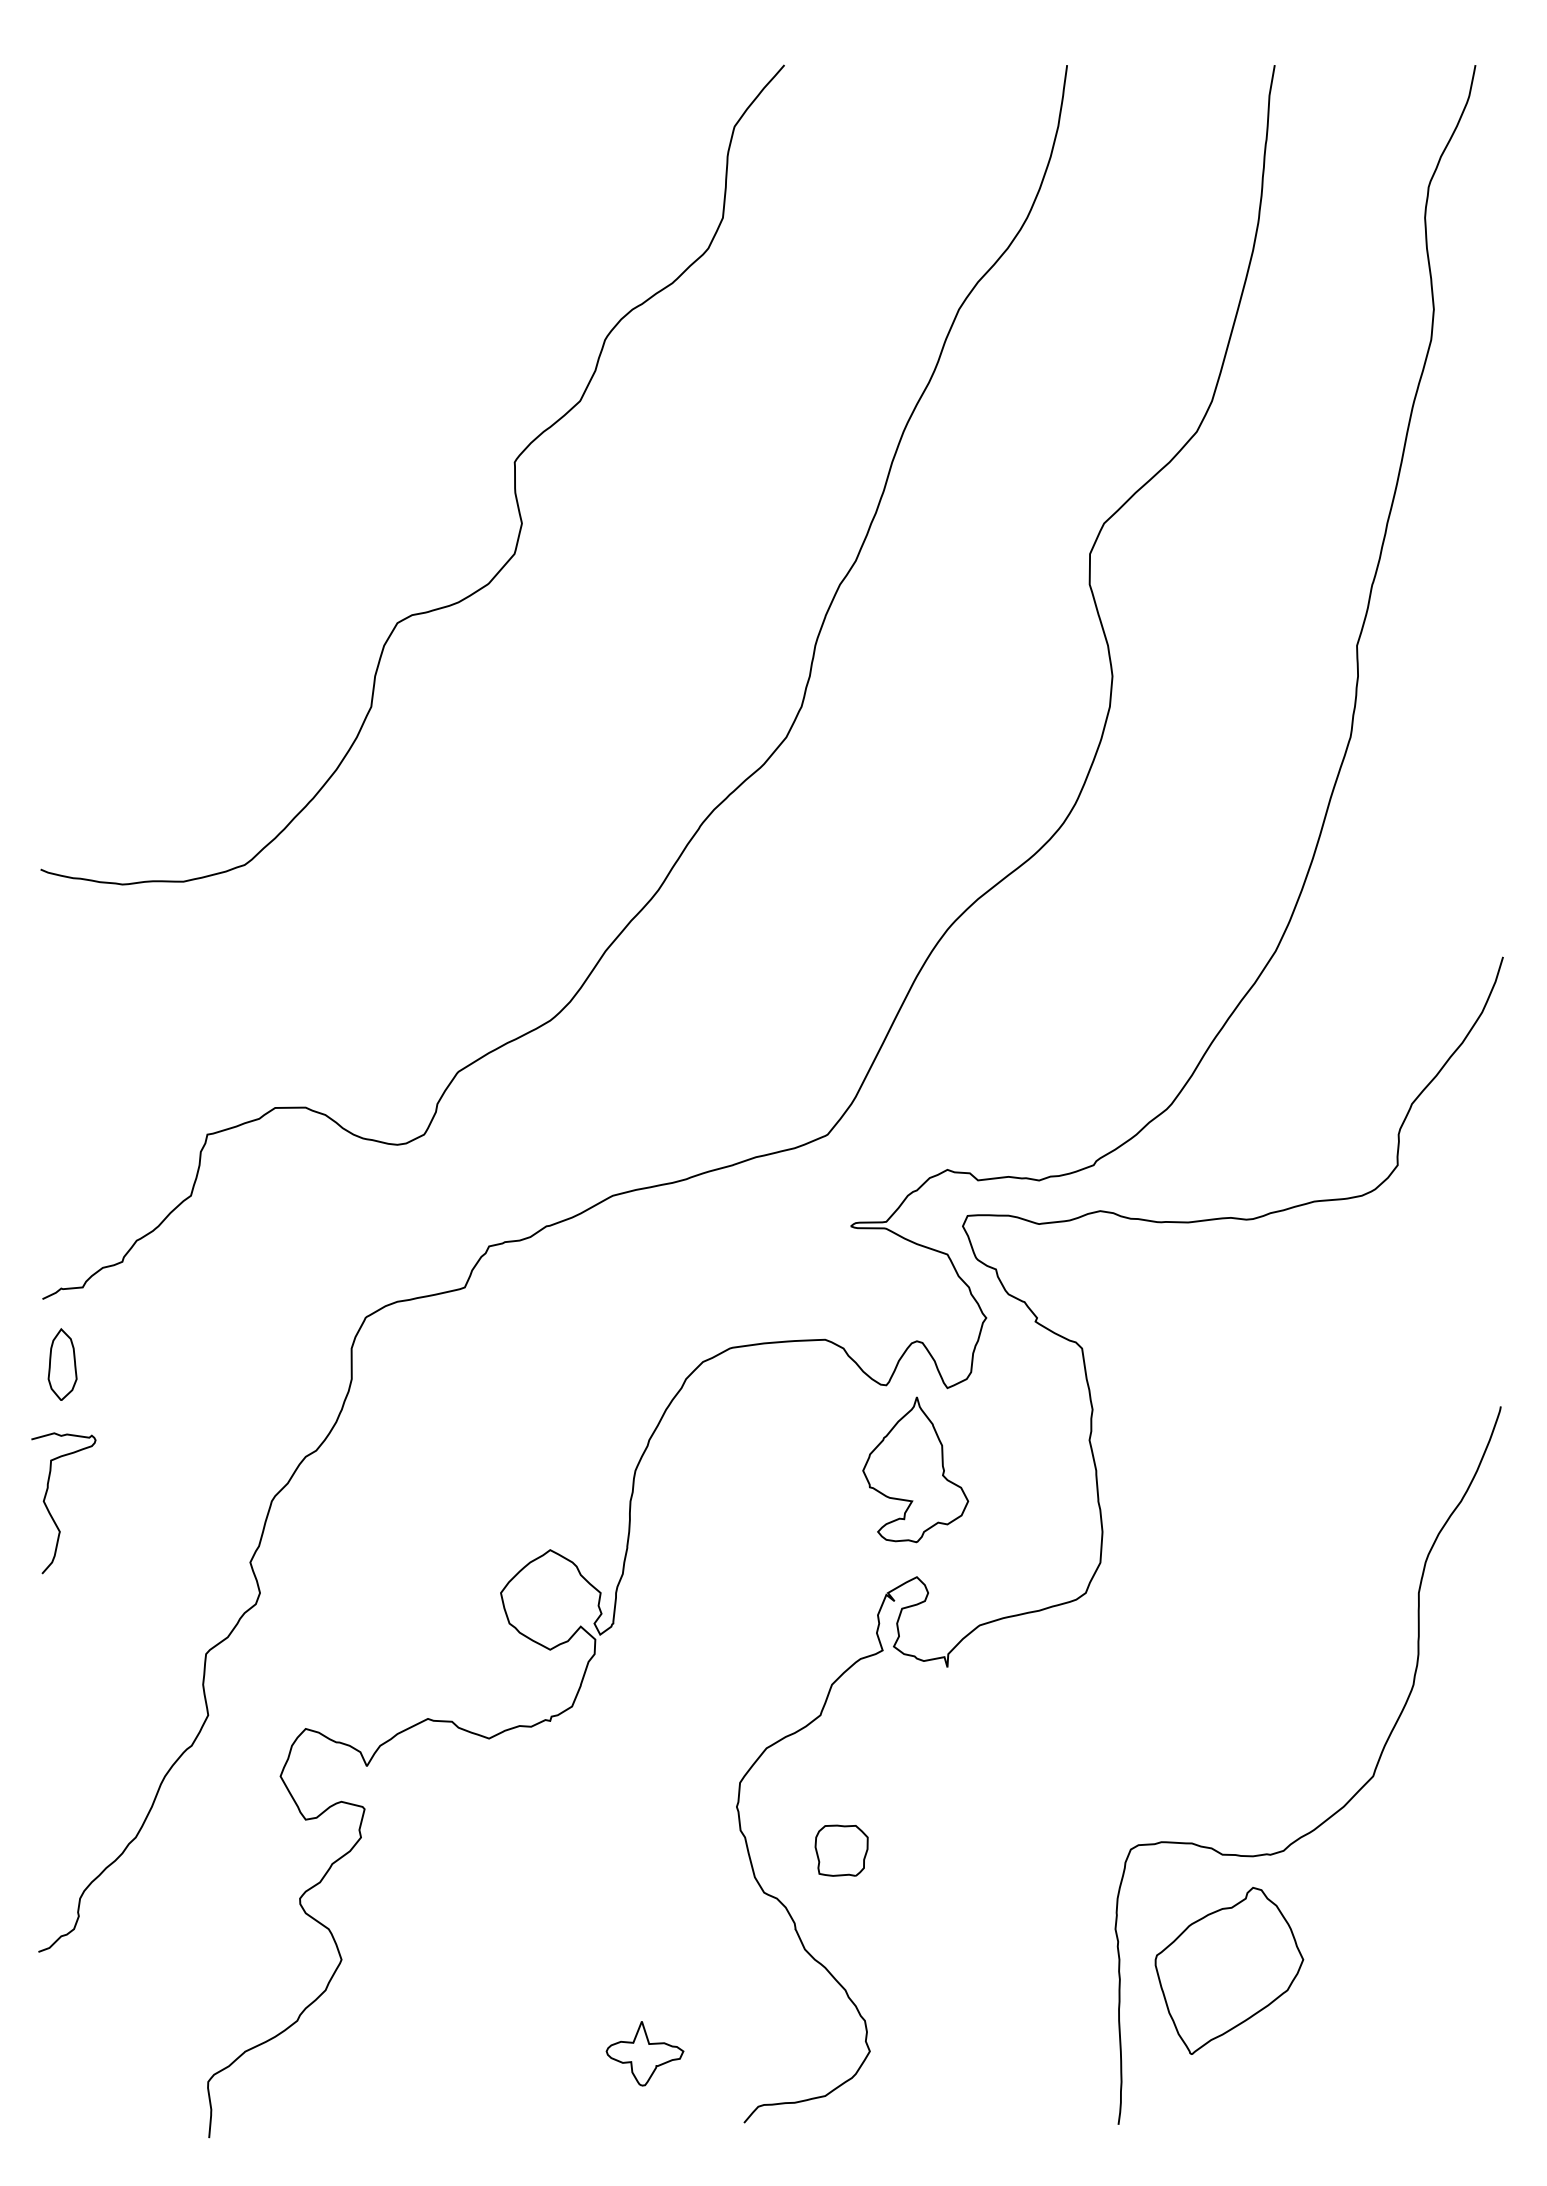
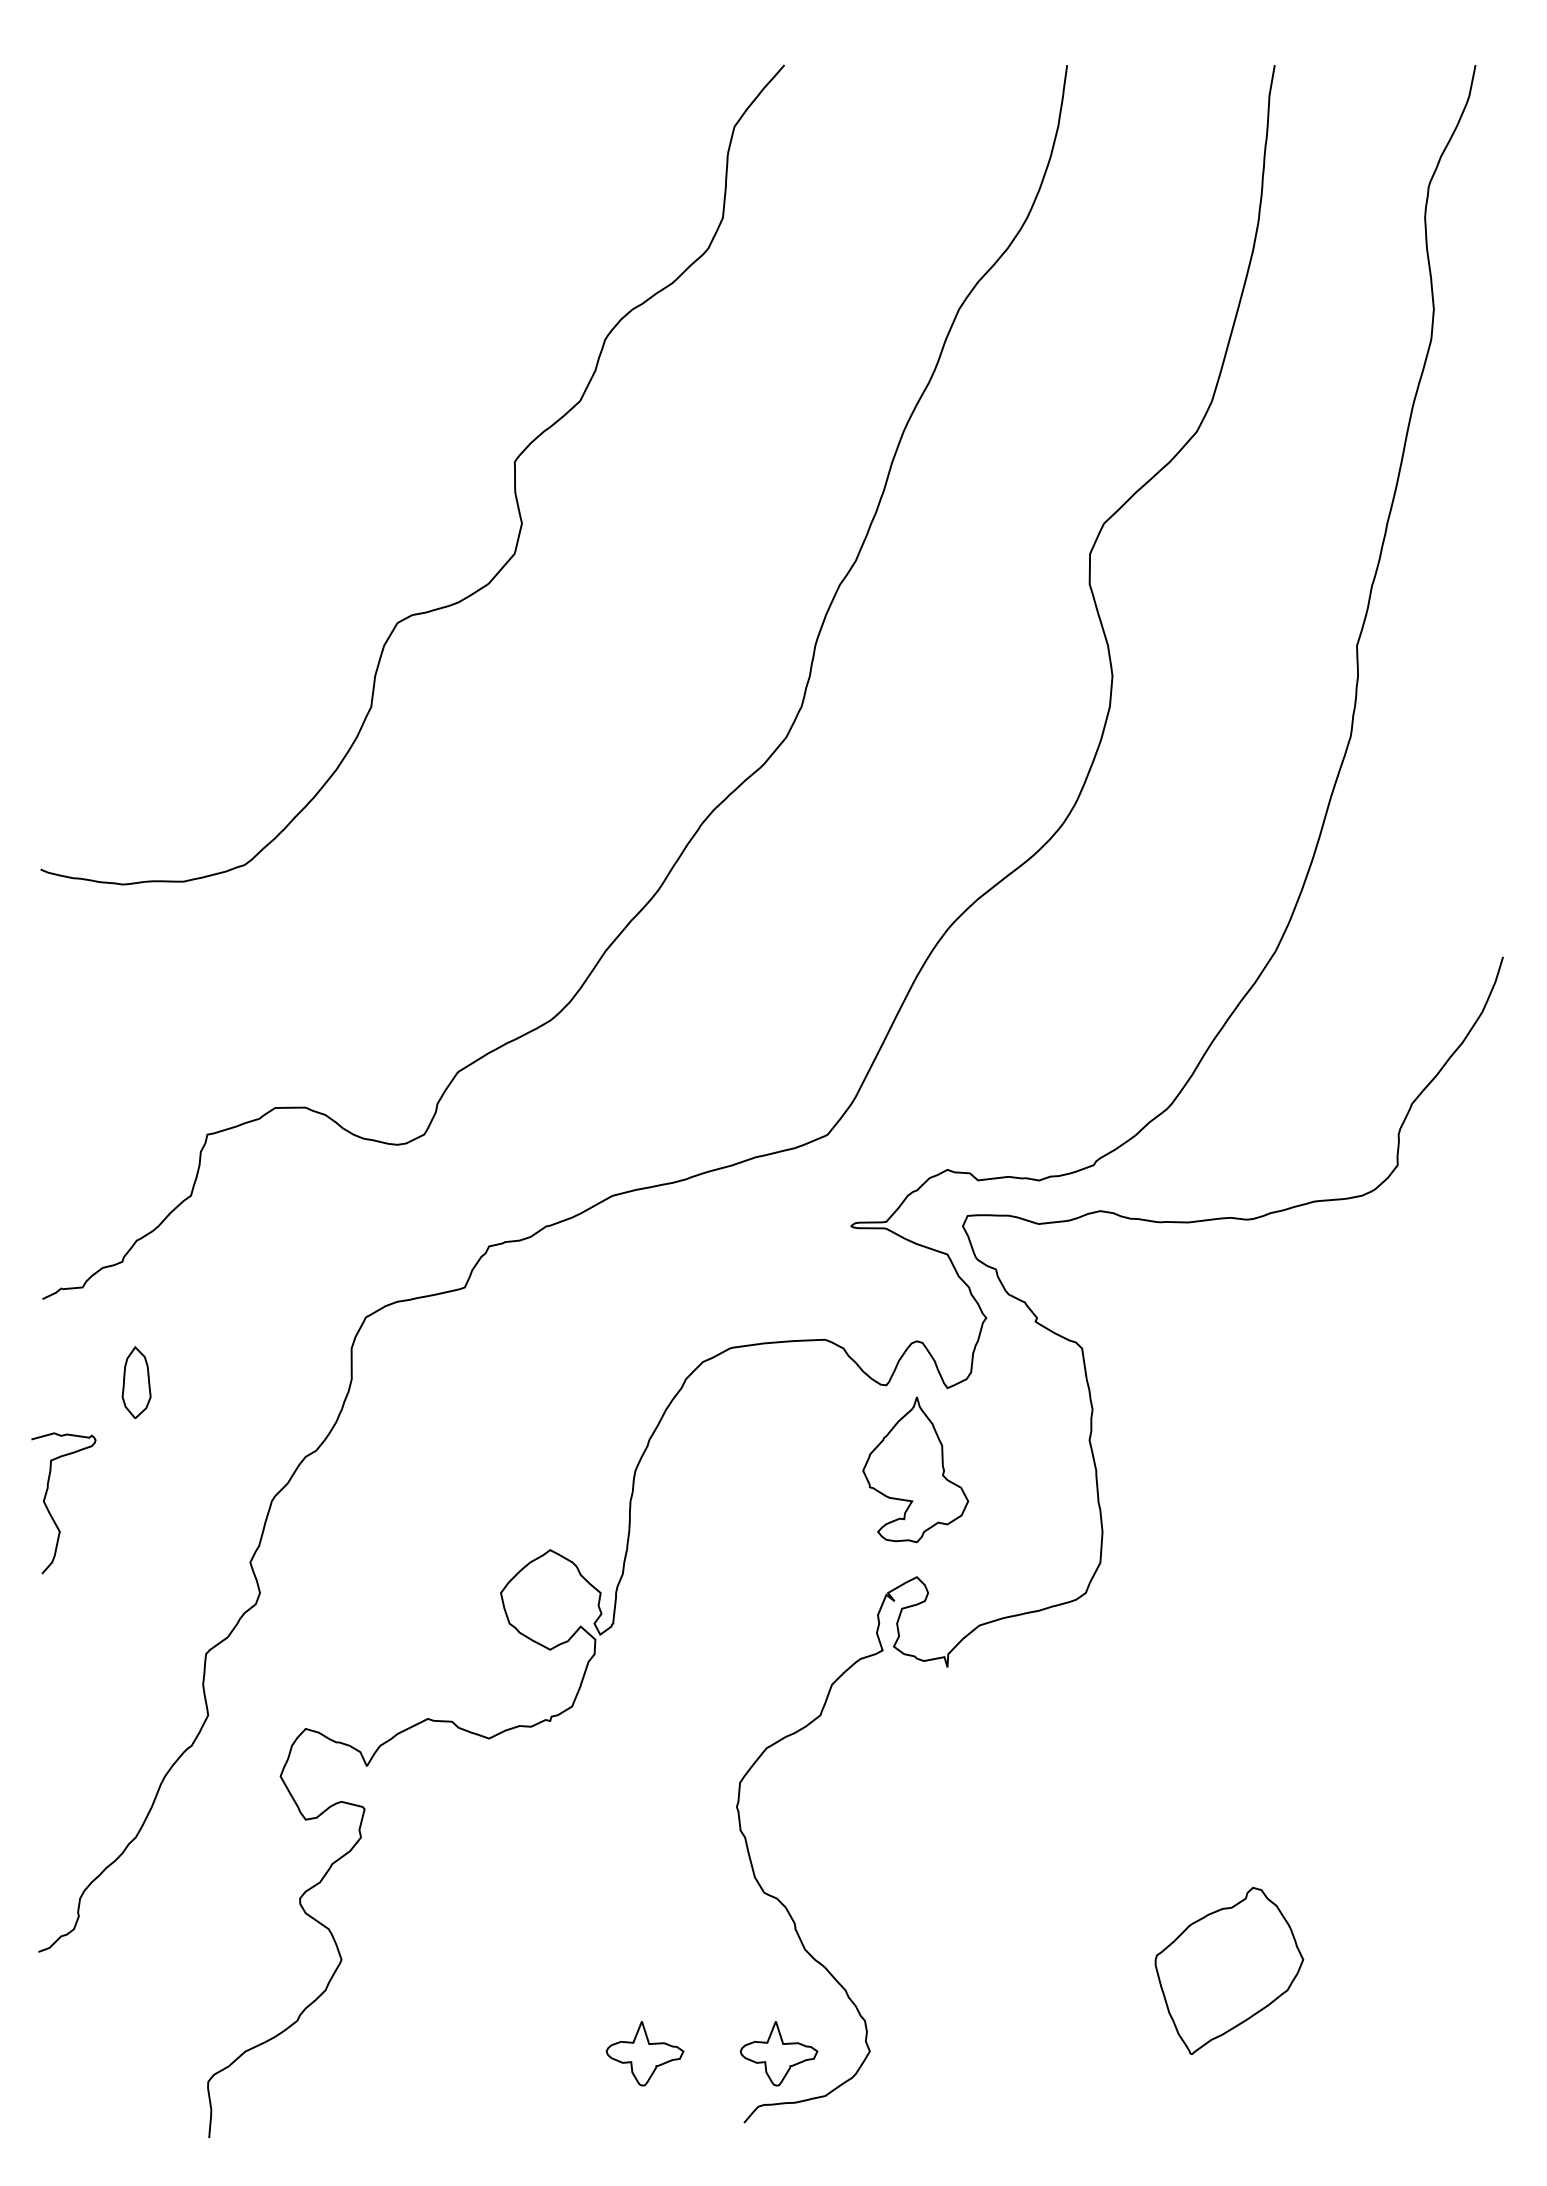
part at (62, 1364) position: (62, 1364) -> (136, 1382)
curve at (1339, 1808): present -> none
part at (841, 1850): present -> none
part at (778, 2053): none -> present
